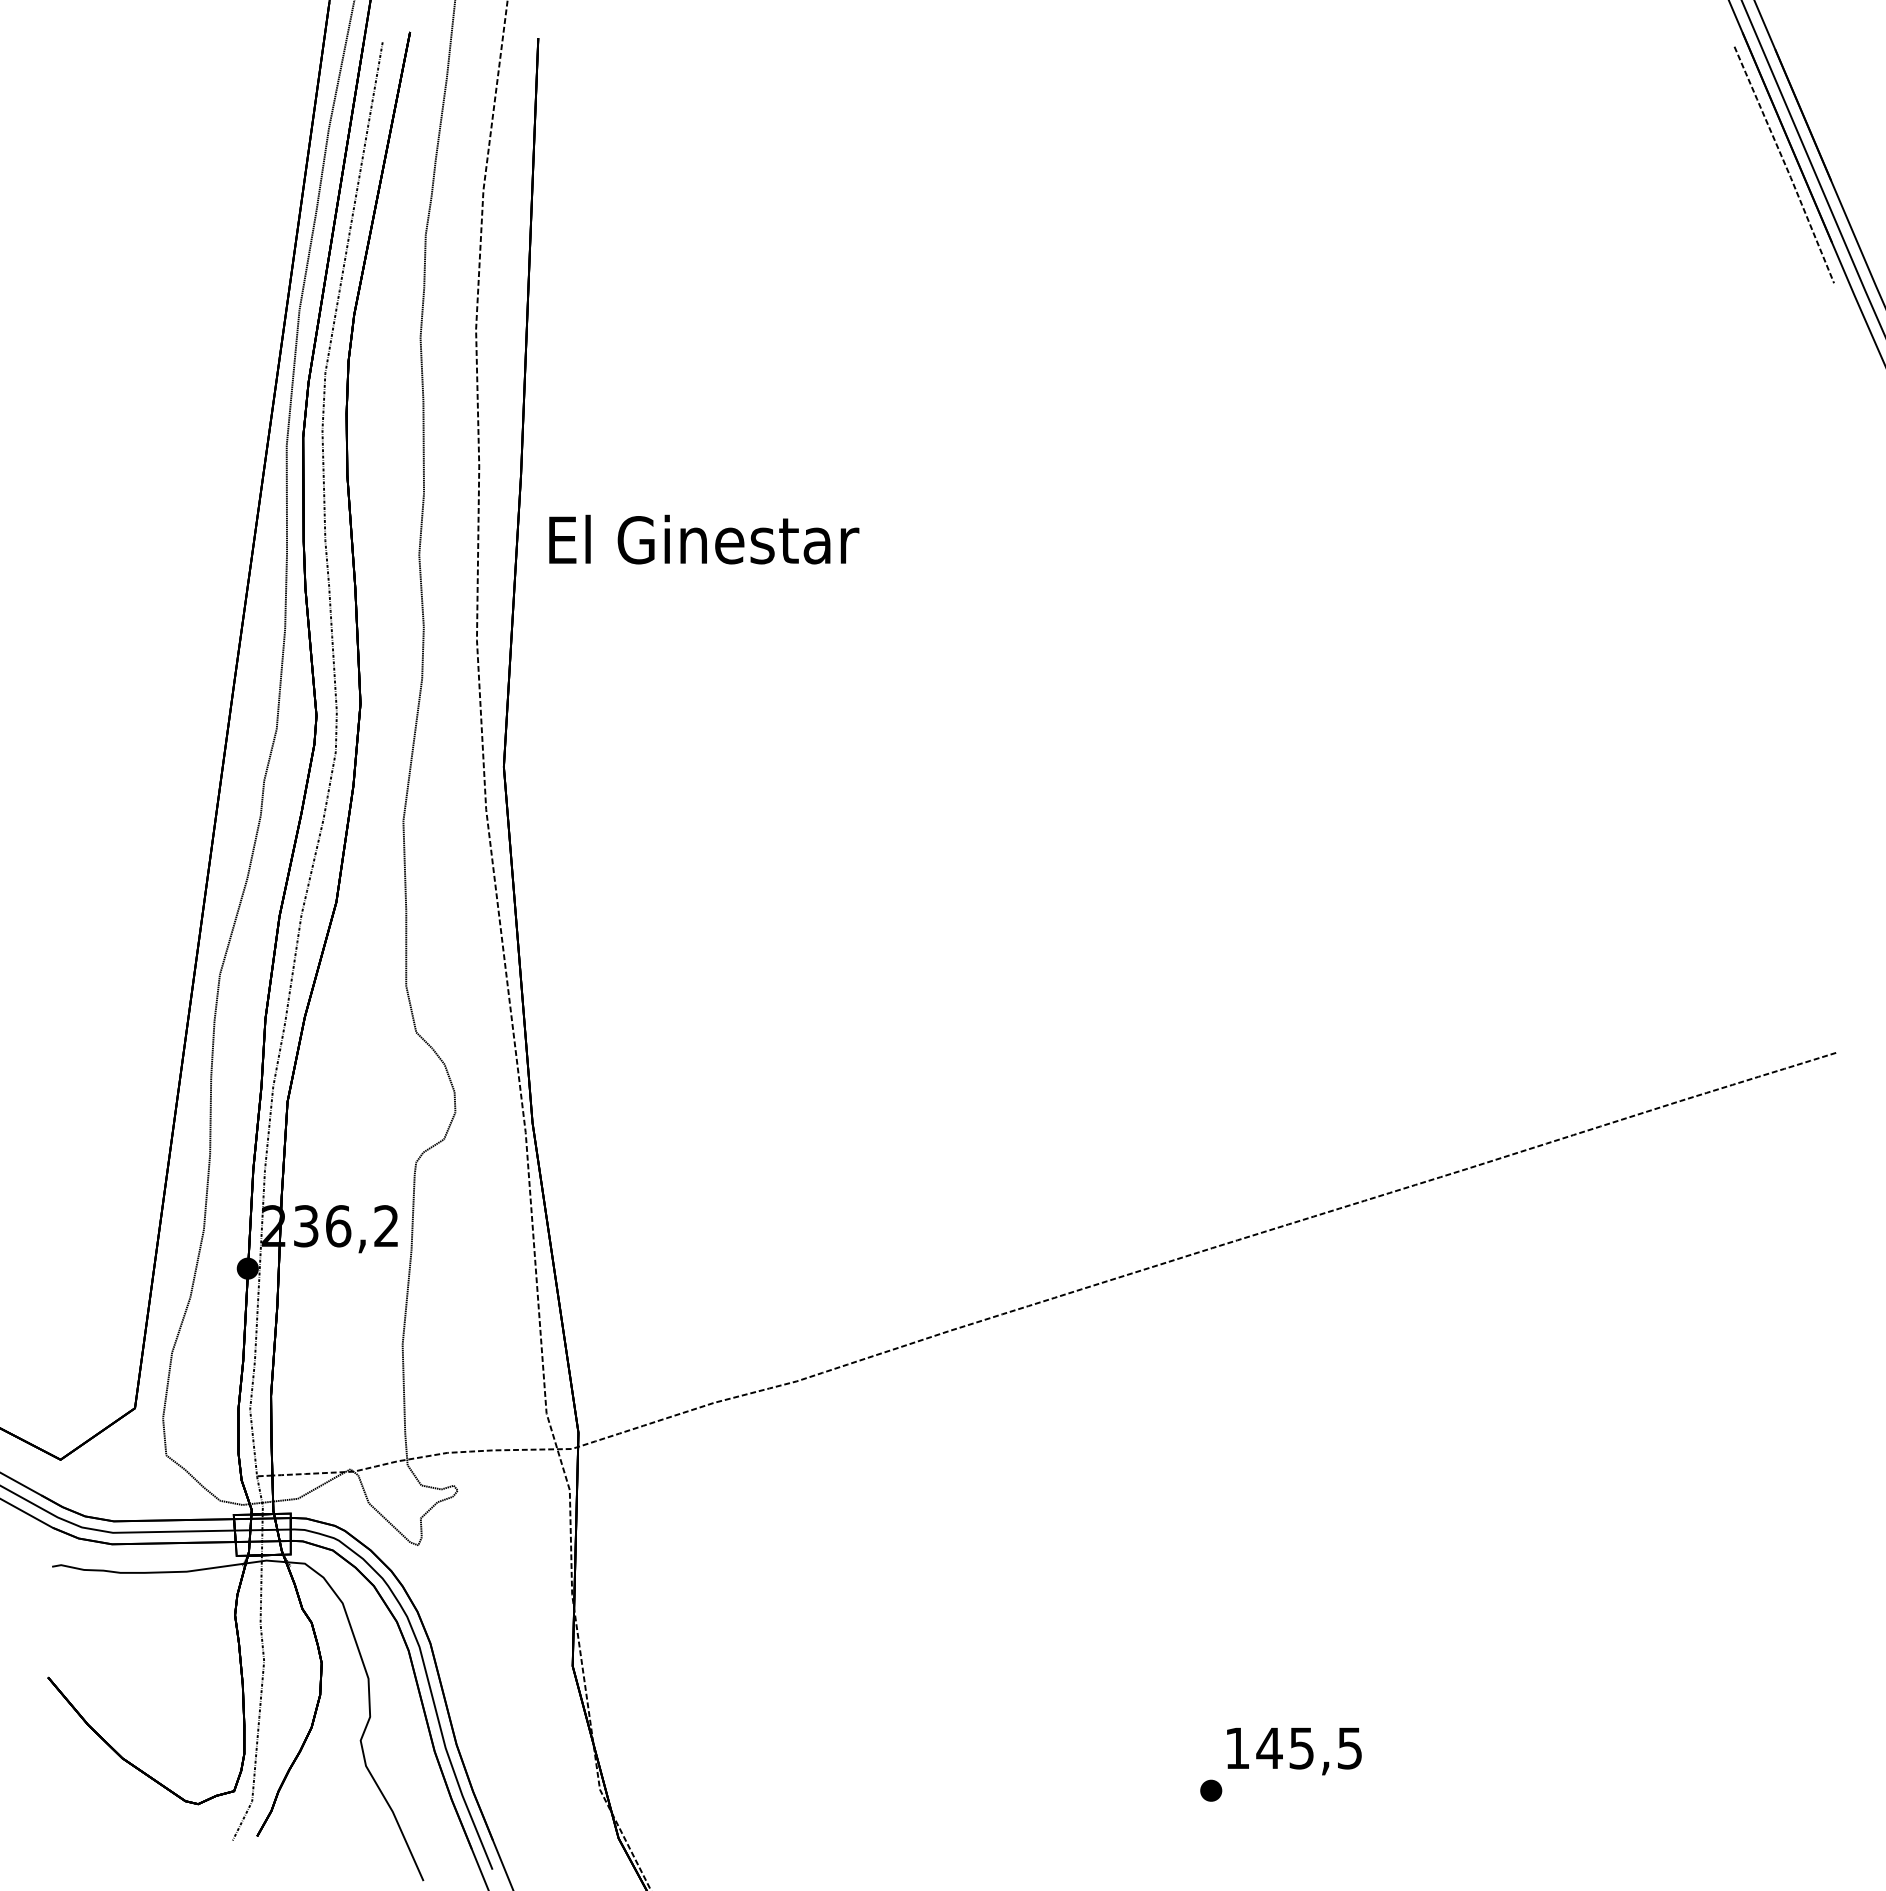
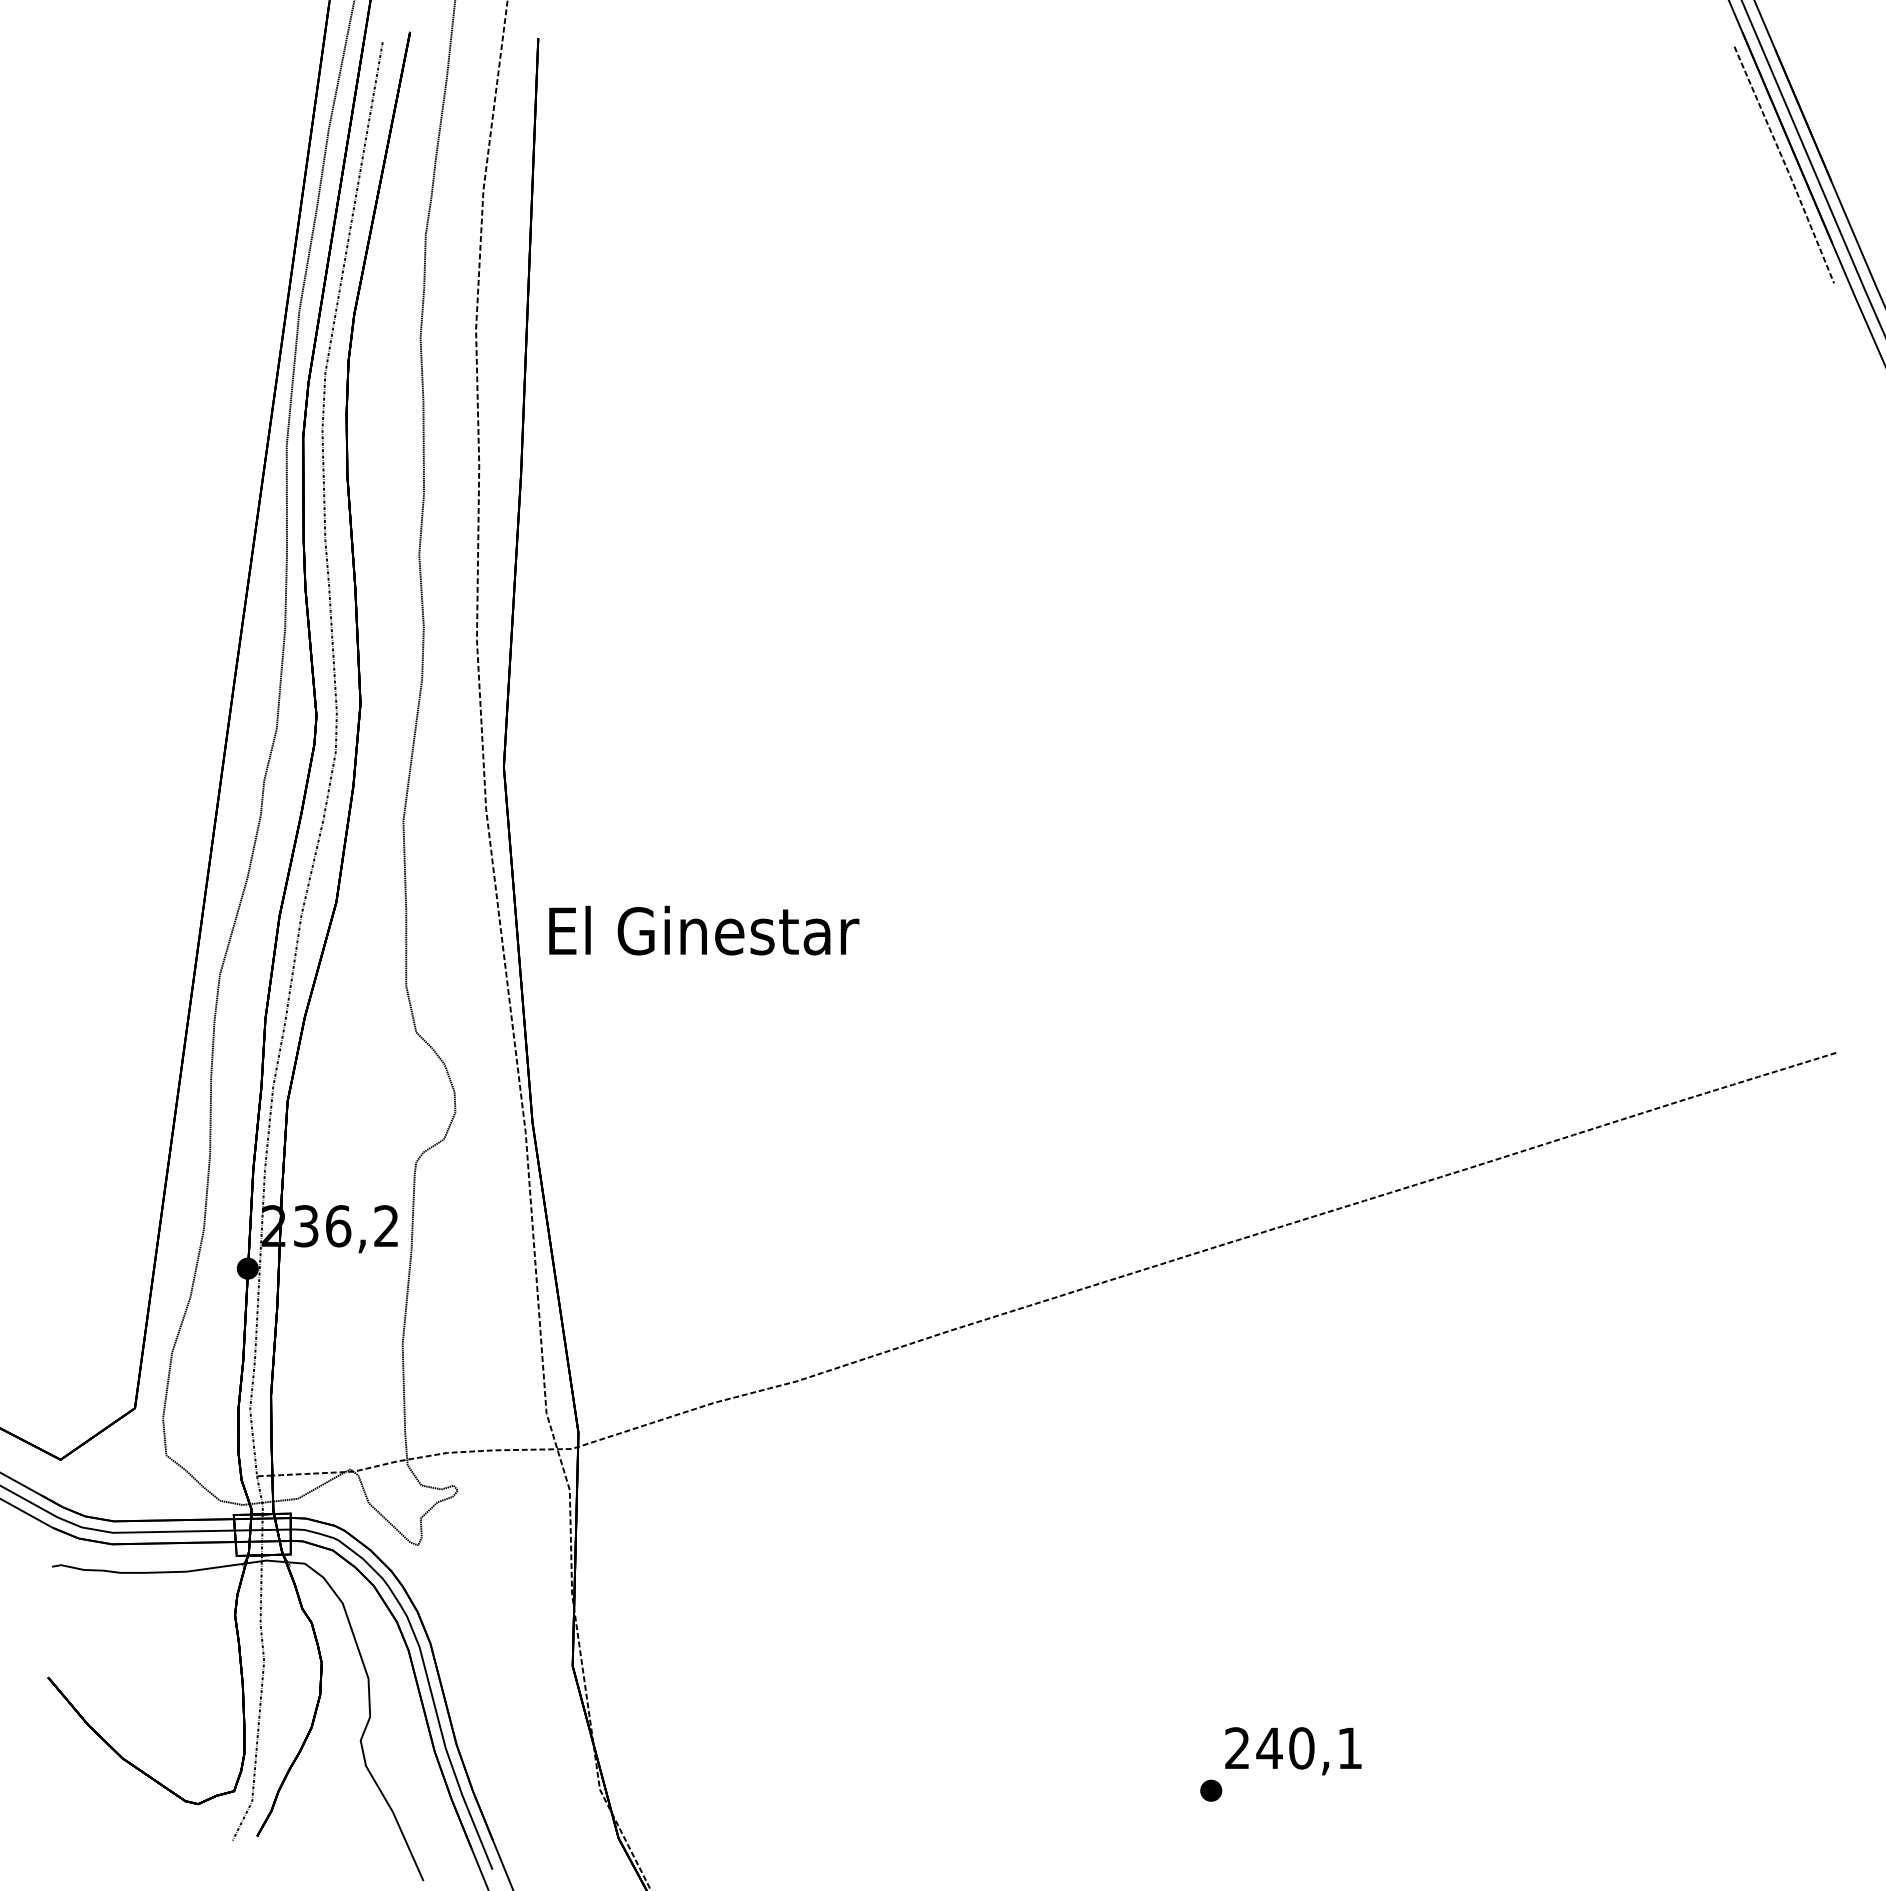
text at (704, 539) position: (704, 539) -> (704, 930)
text at (1293, 1748): 145,5 -> 240,1
